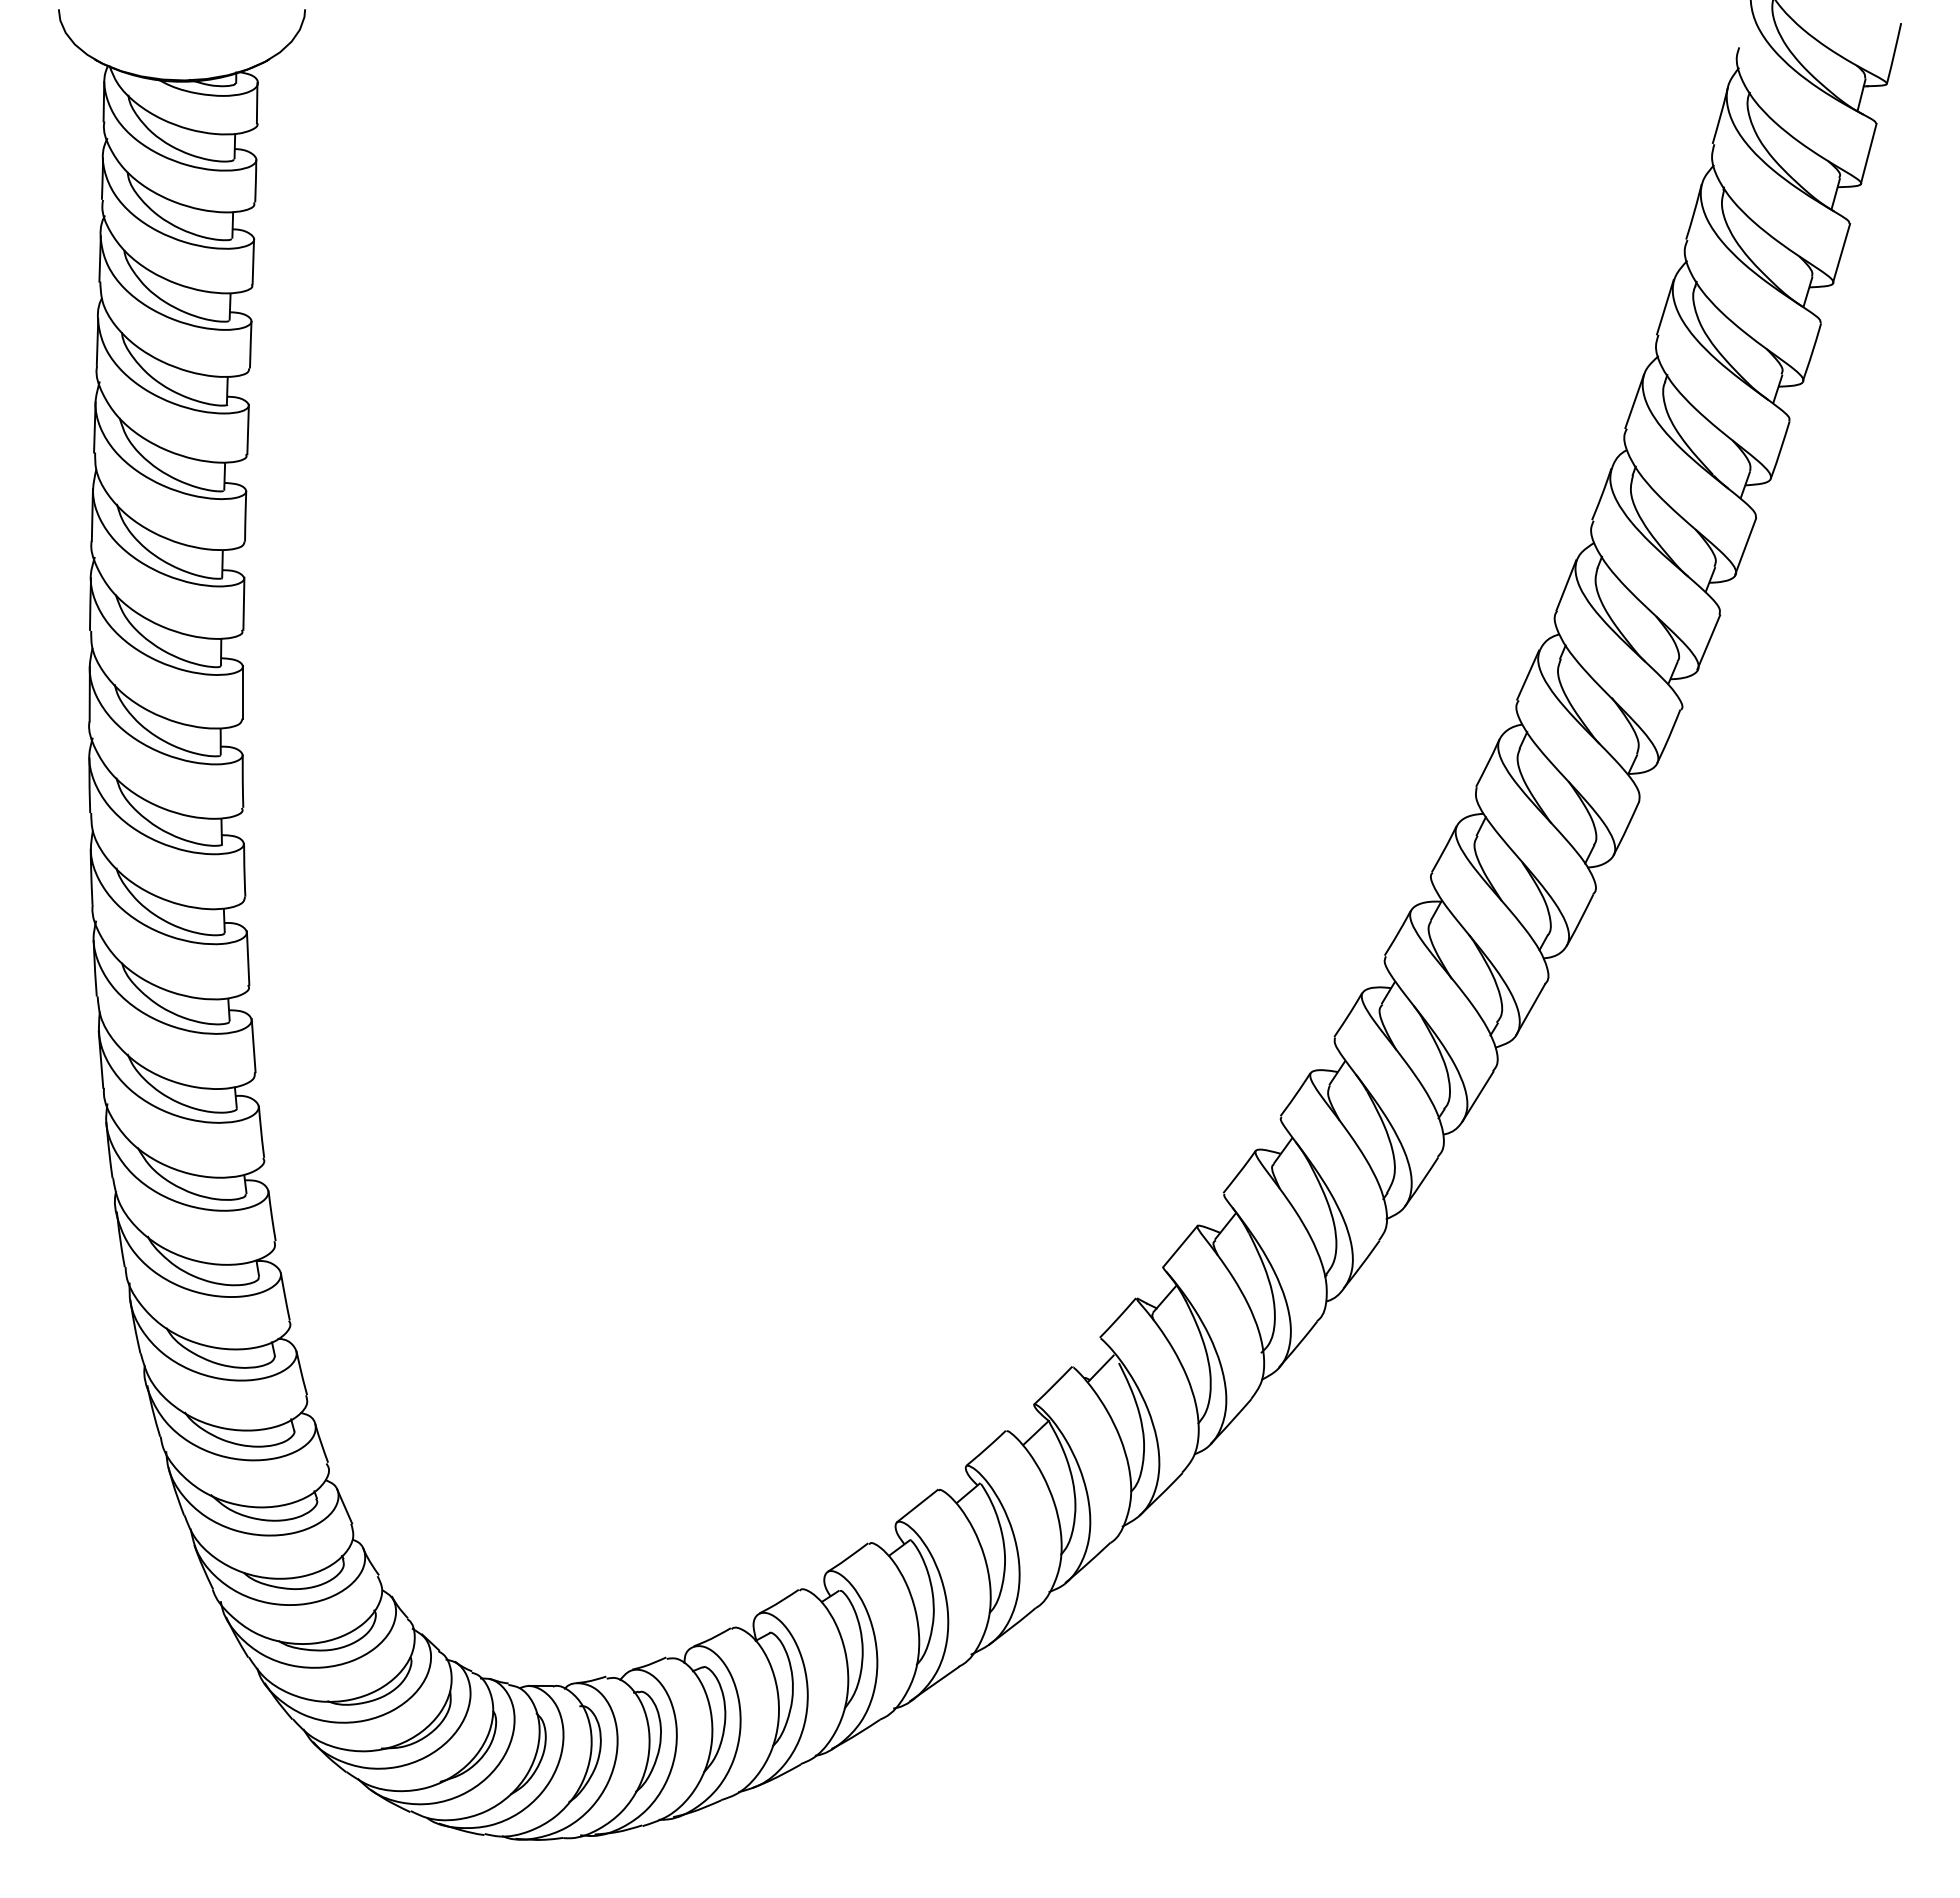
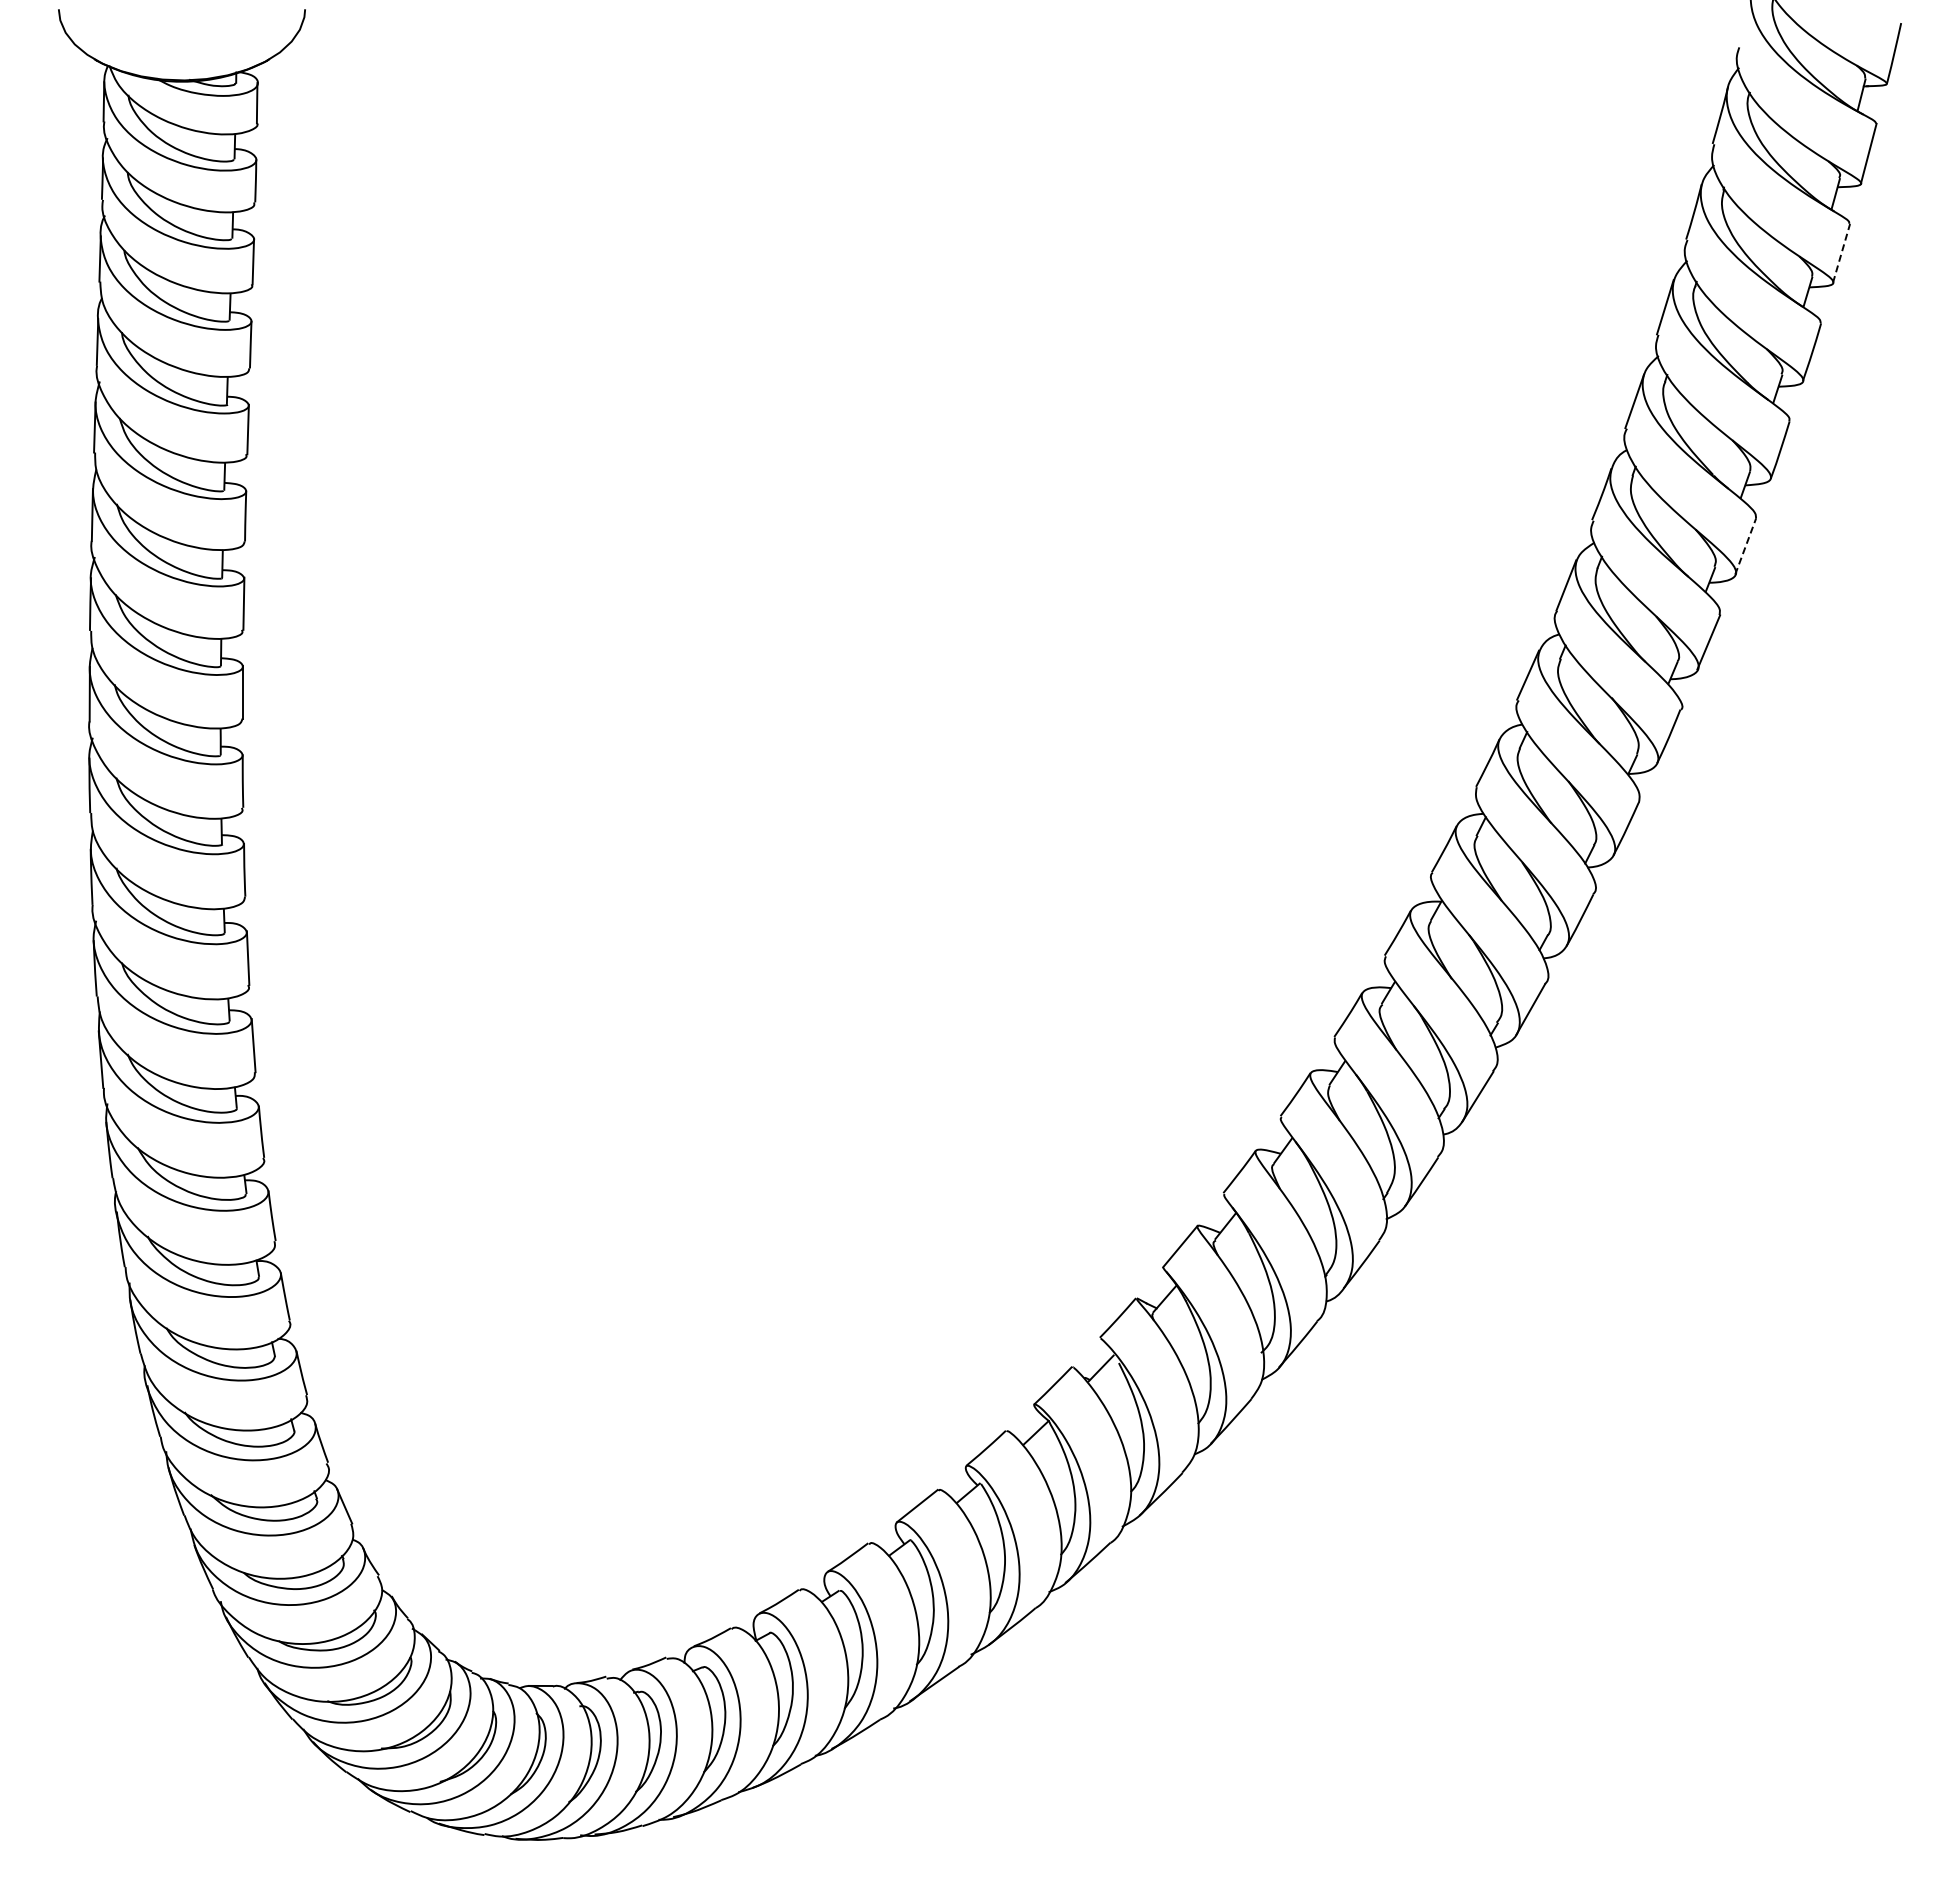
line at (1841, 253): solid -> dashed
line at (1745, 546): solid -> dashed
